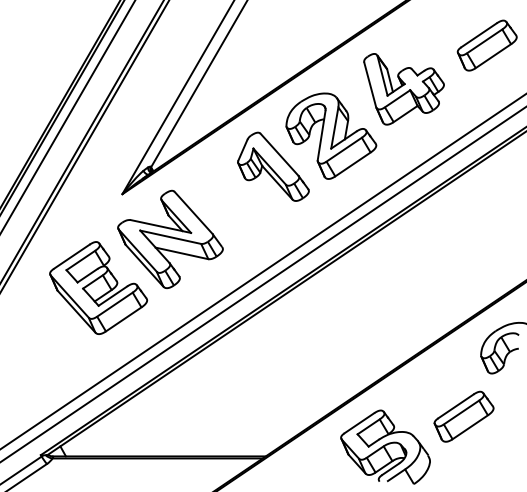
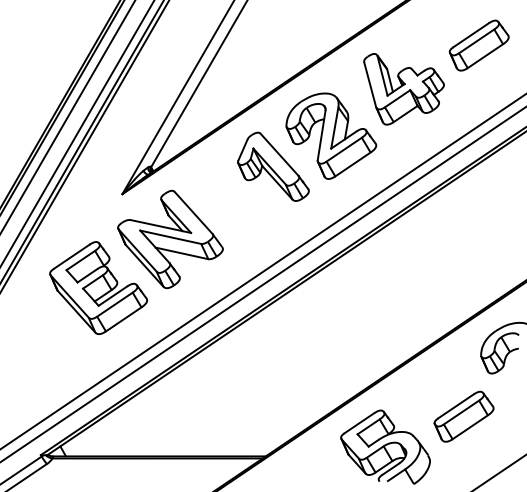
part at (486, 45) position: (486, 45) -> (478, 45)
line at (77, 132): none -> present
line at (499, 472): none -> present
